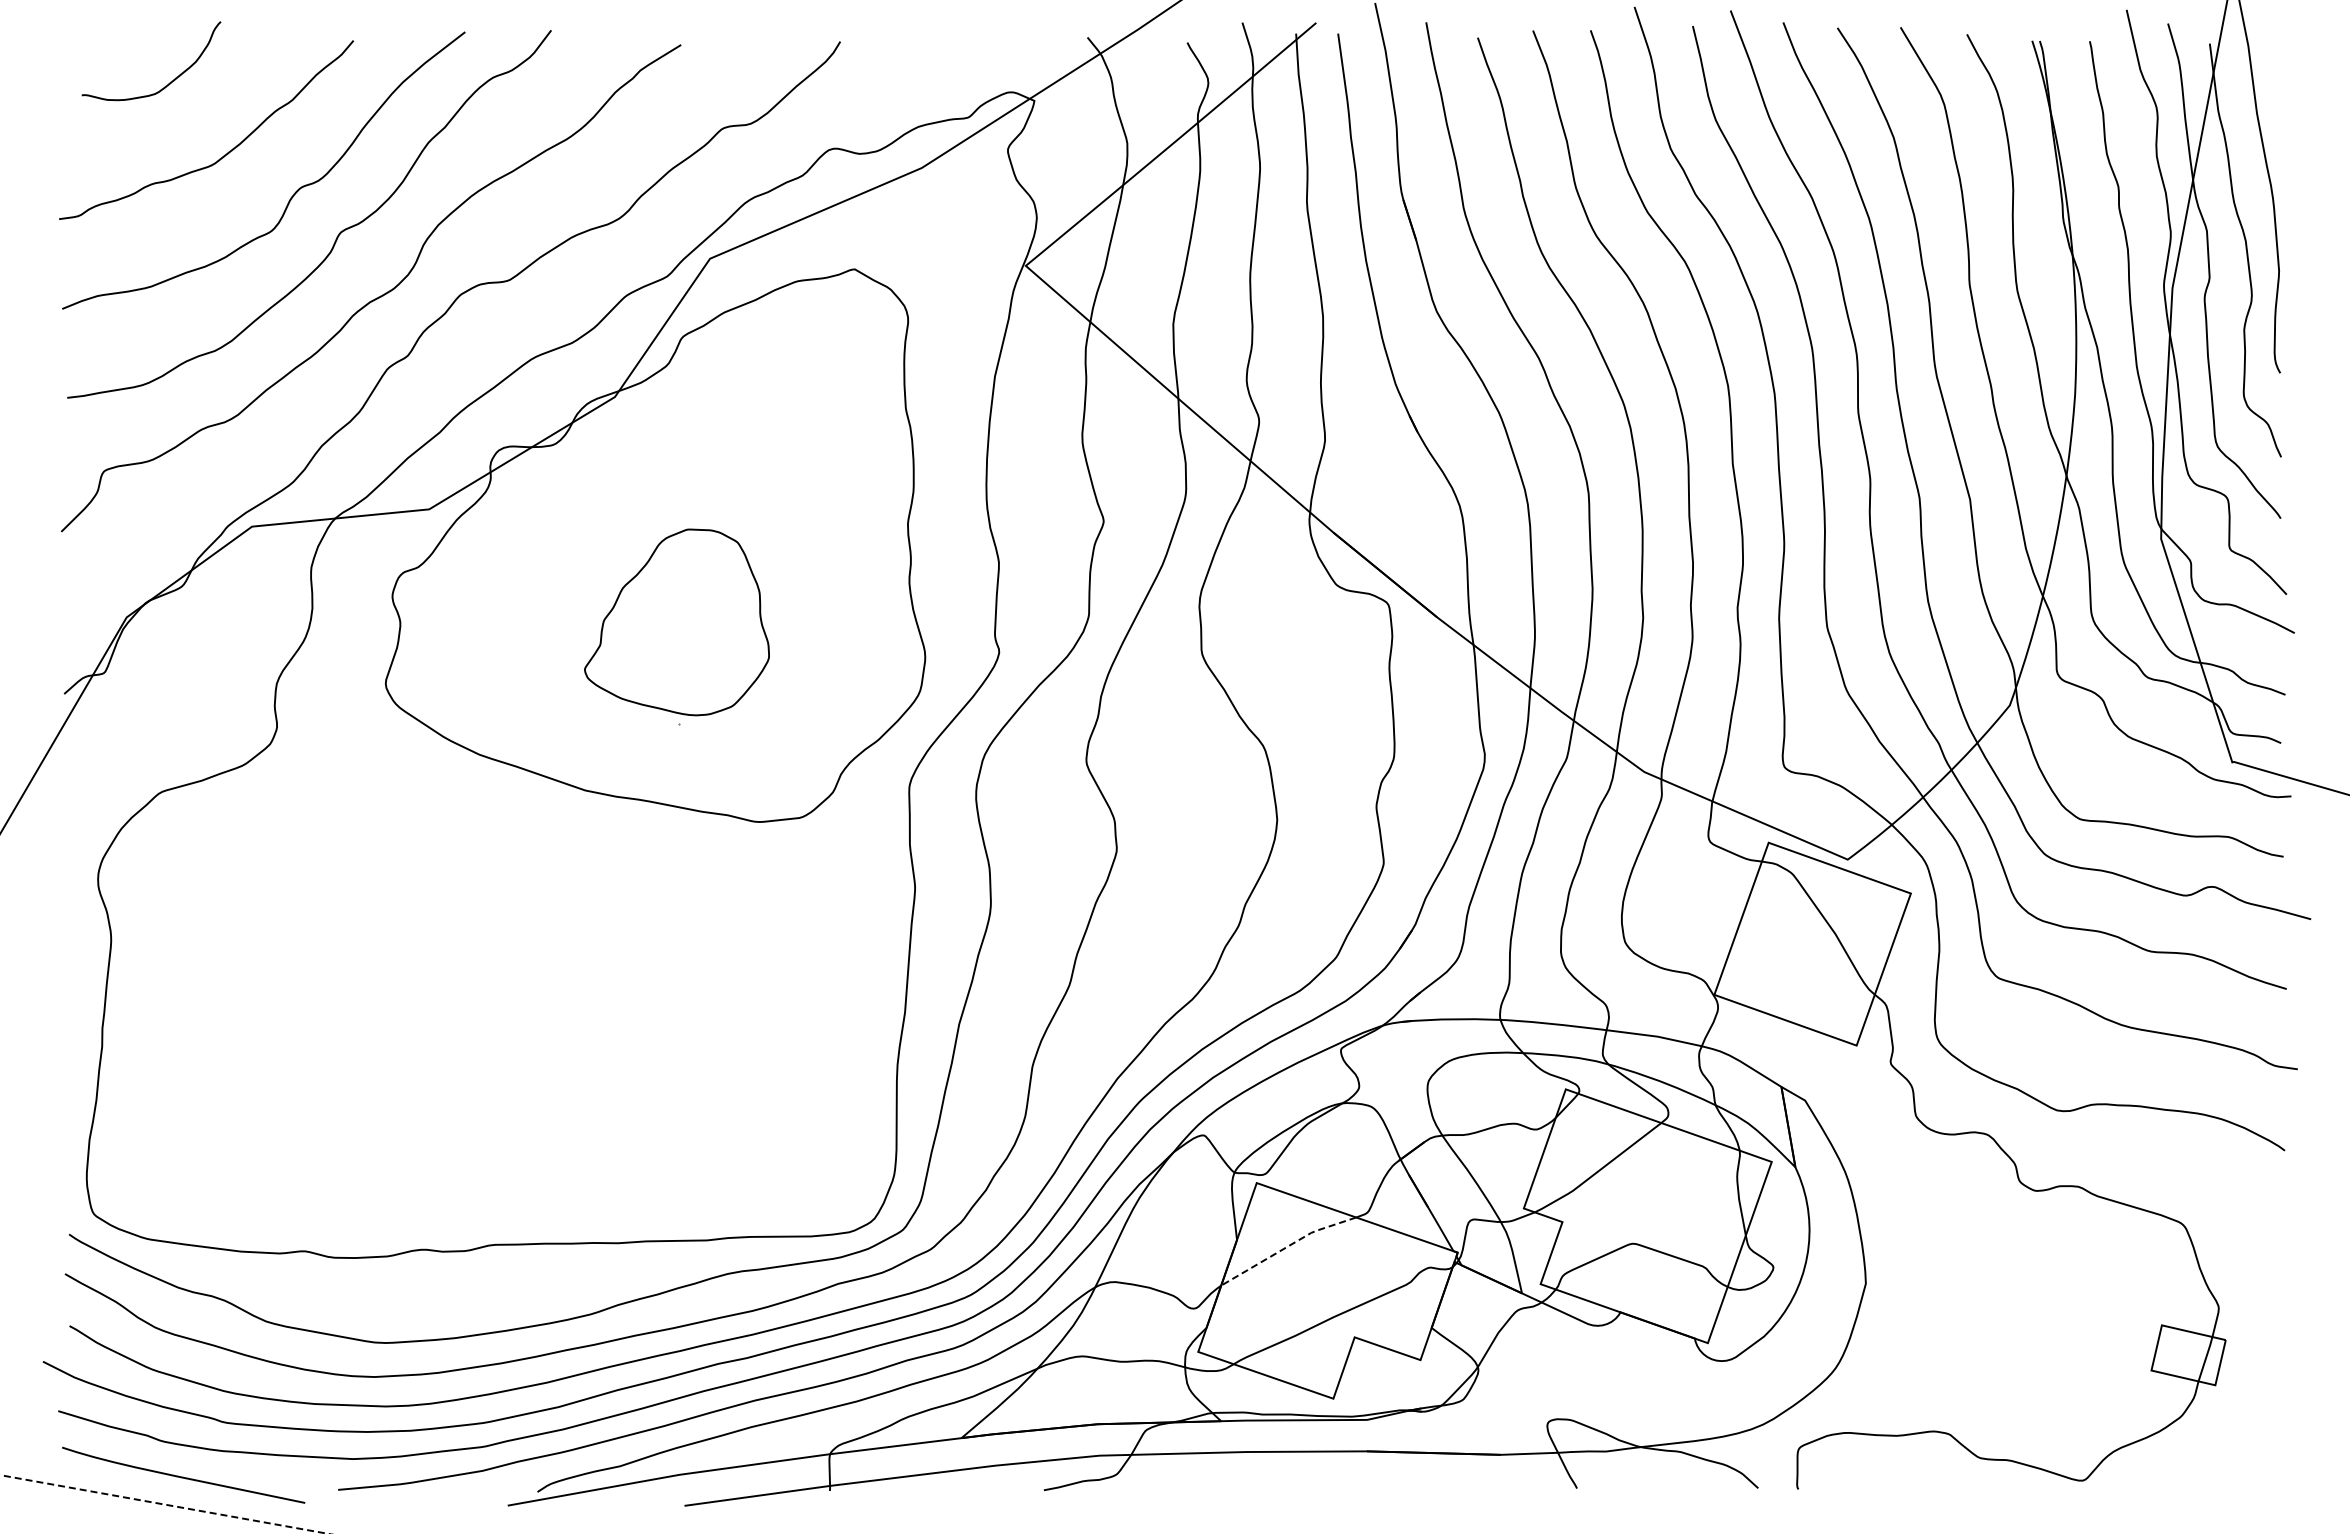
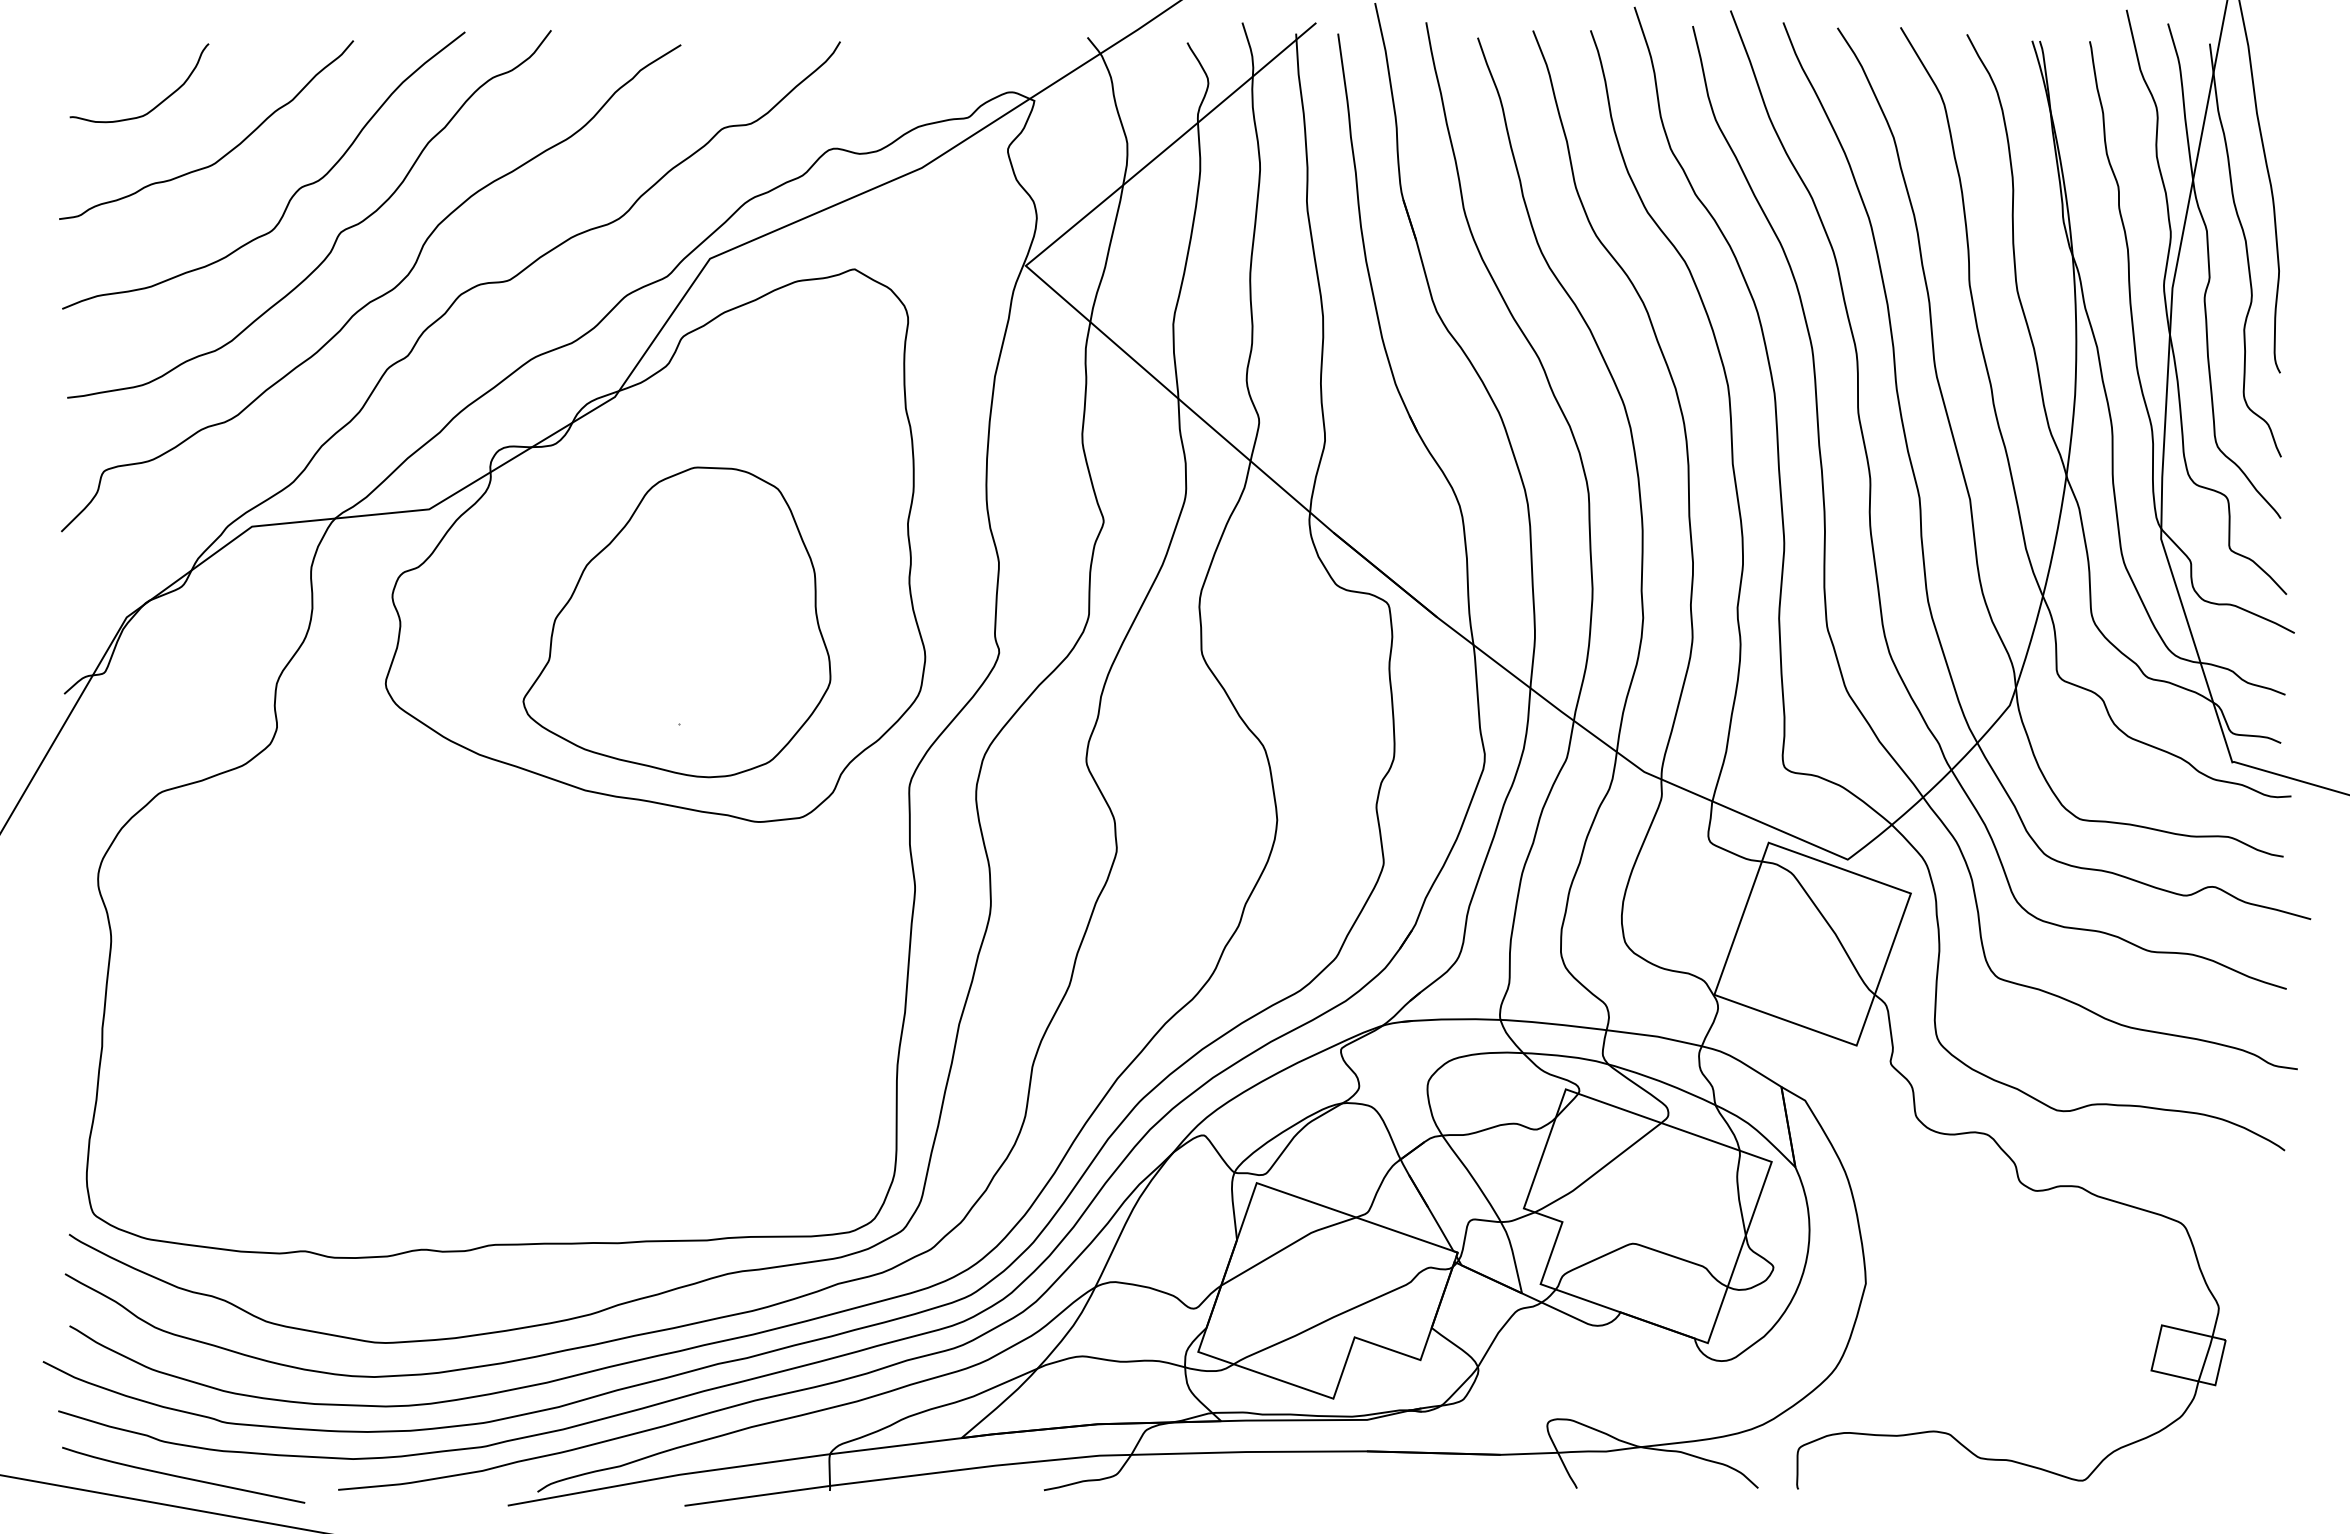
curve at (170, 81) position: (170, 81) -> (158, 103)
part at (676, 622) size: 186x189 px -> 310x313 px
line at (1287, 1247): dashed -> solid
line at (164, 1504): dashed -> solid
